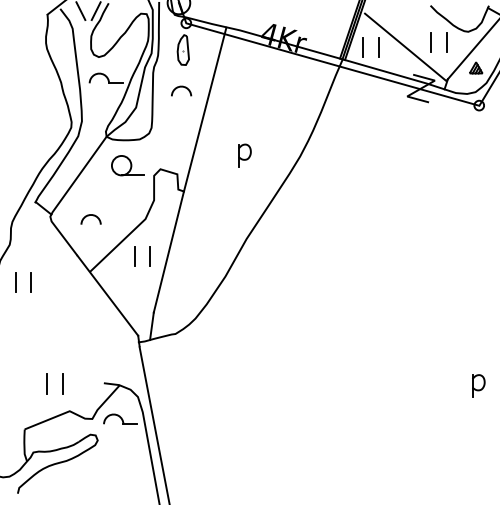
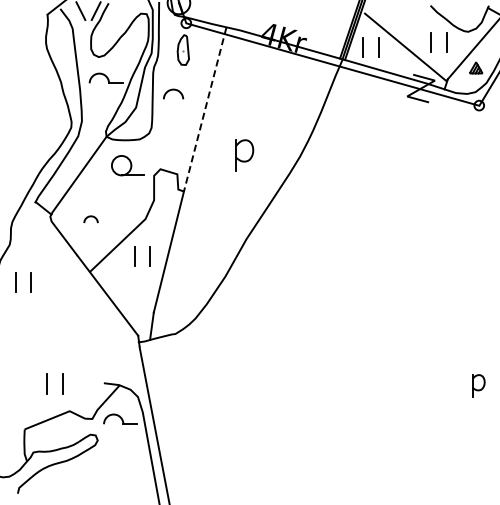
part at (181, 90) position: (181, 90) -> (173, 93)
line at (205, 109): solid -> dashed
part at (244, 155) size: 14x25 px -> 20x33 px
part at (90, 219) size: 22x11 px -> 16x9 px
